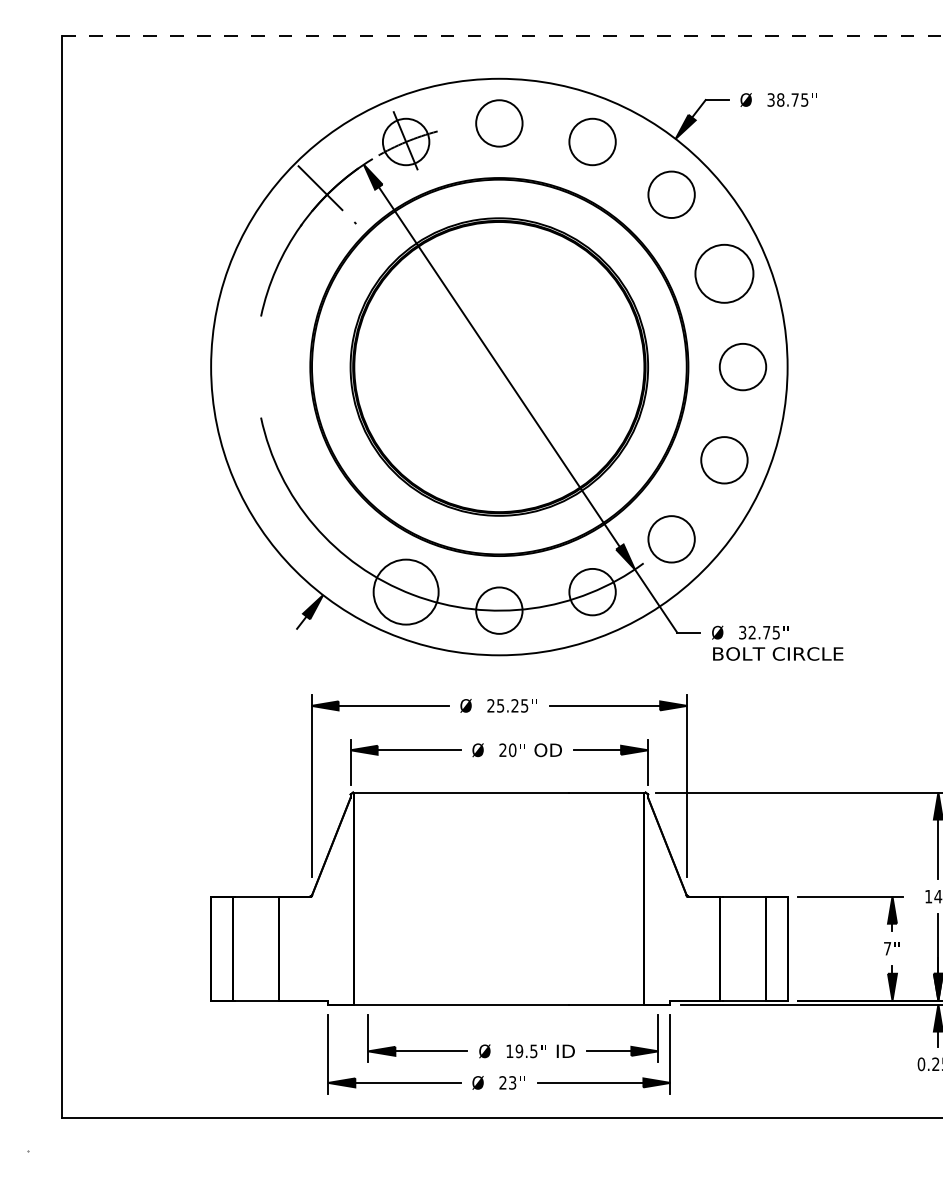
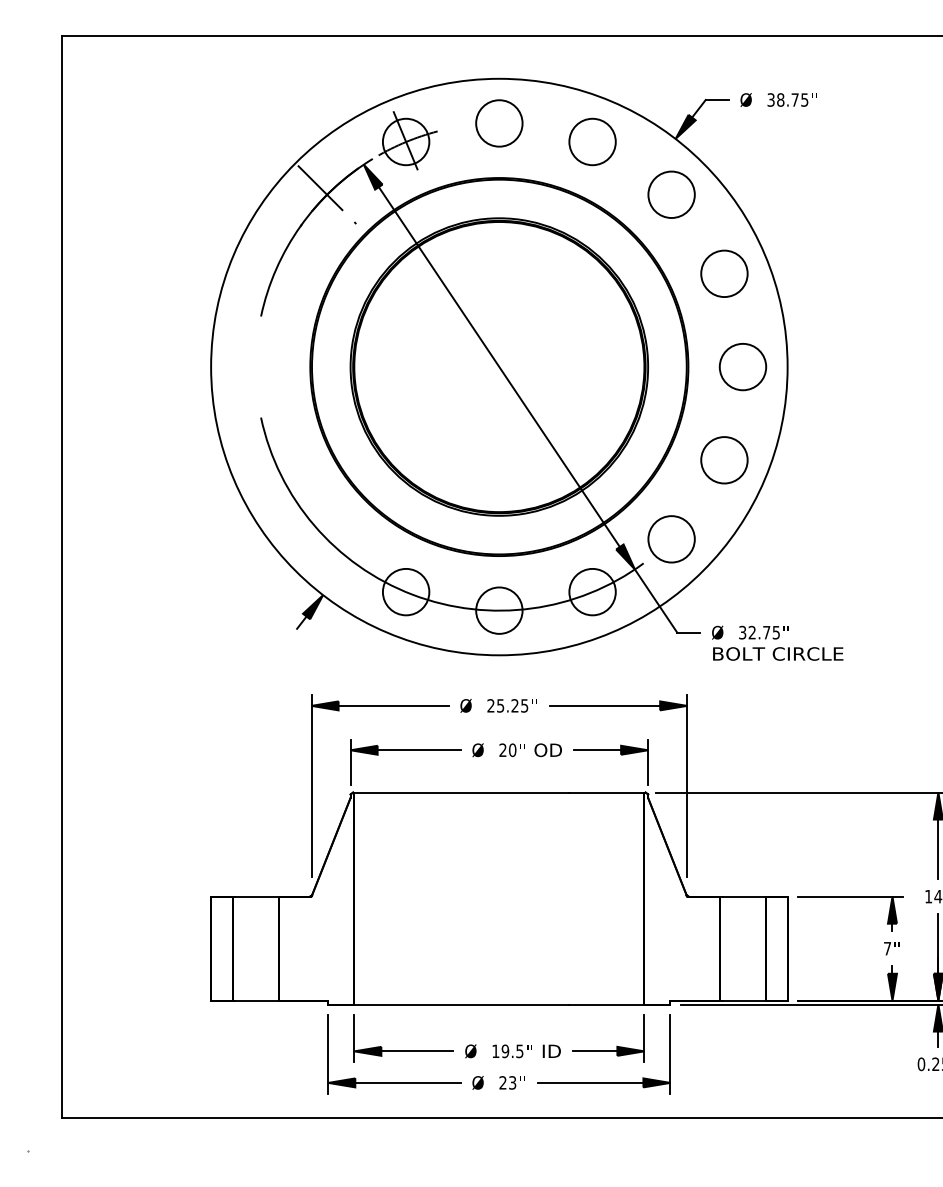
line at (502, 35): dashed -> solid
circle at (724, 273) diameter: 58 px -> 46 px
circle at (405, 591) diameter: 65 px -> 46 px
part at (510, 1044) position: (510, 1044) -> (496, 1044)
